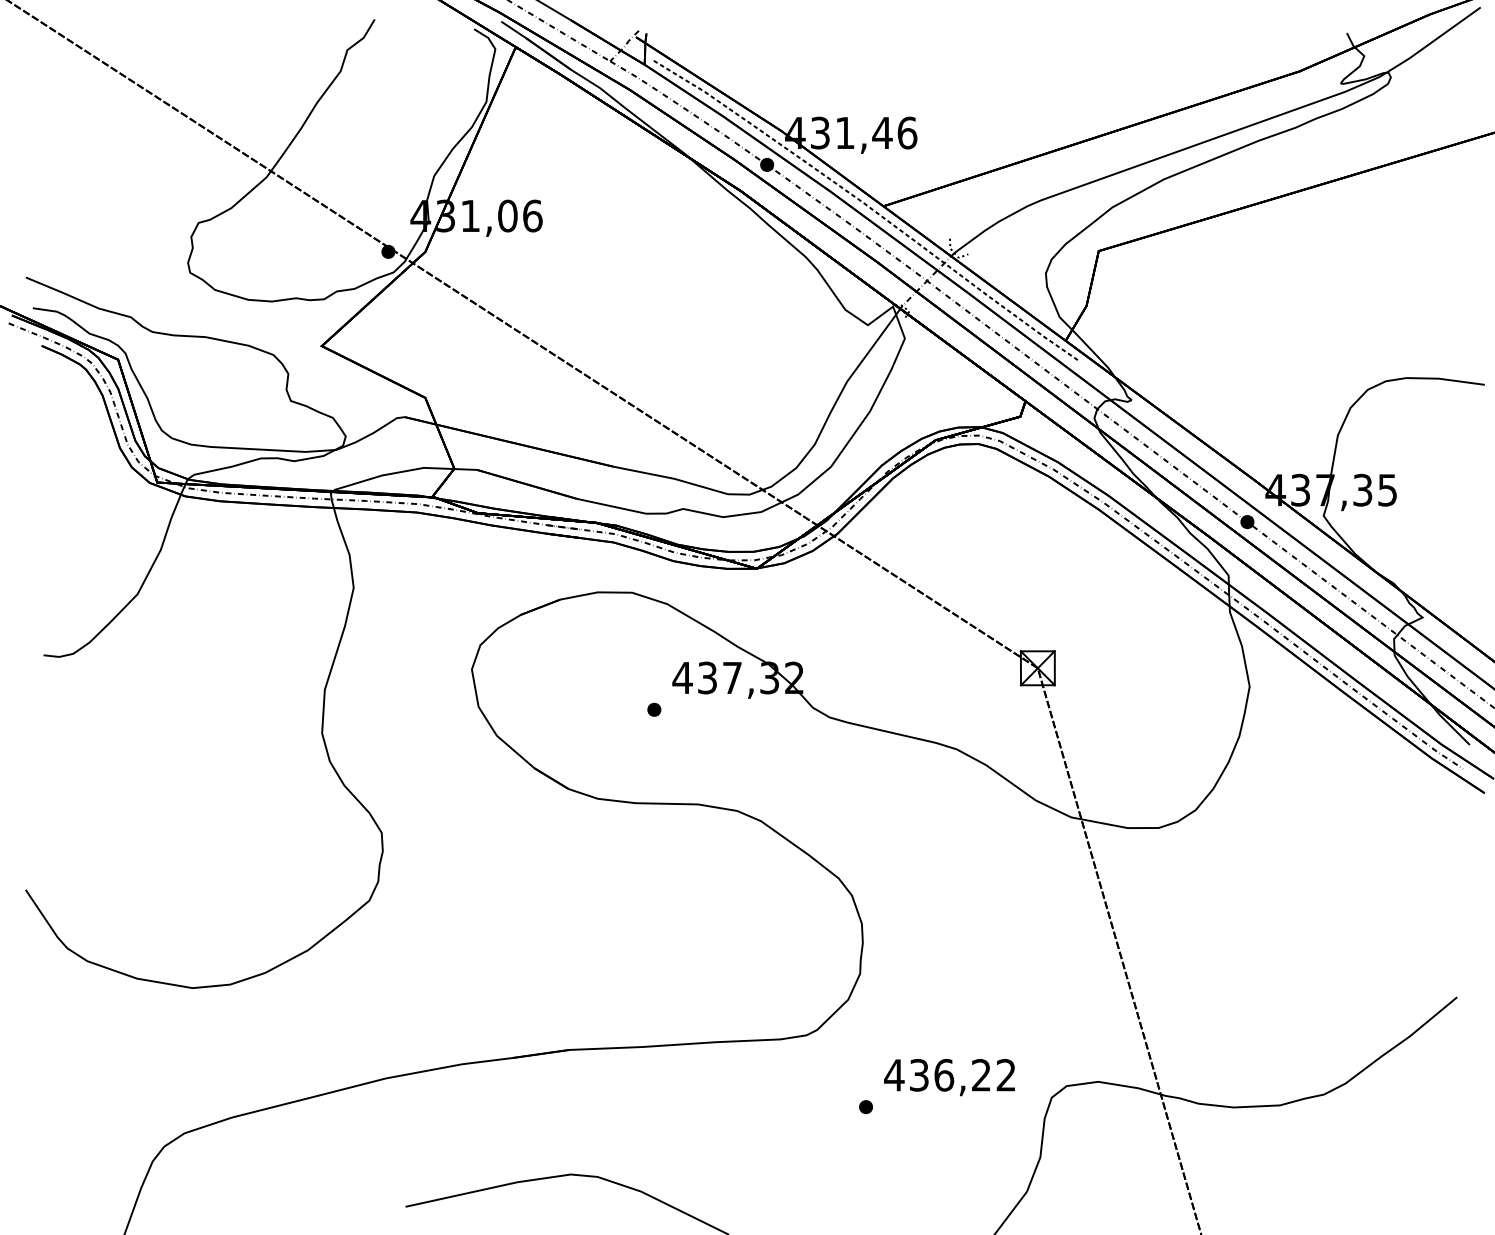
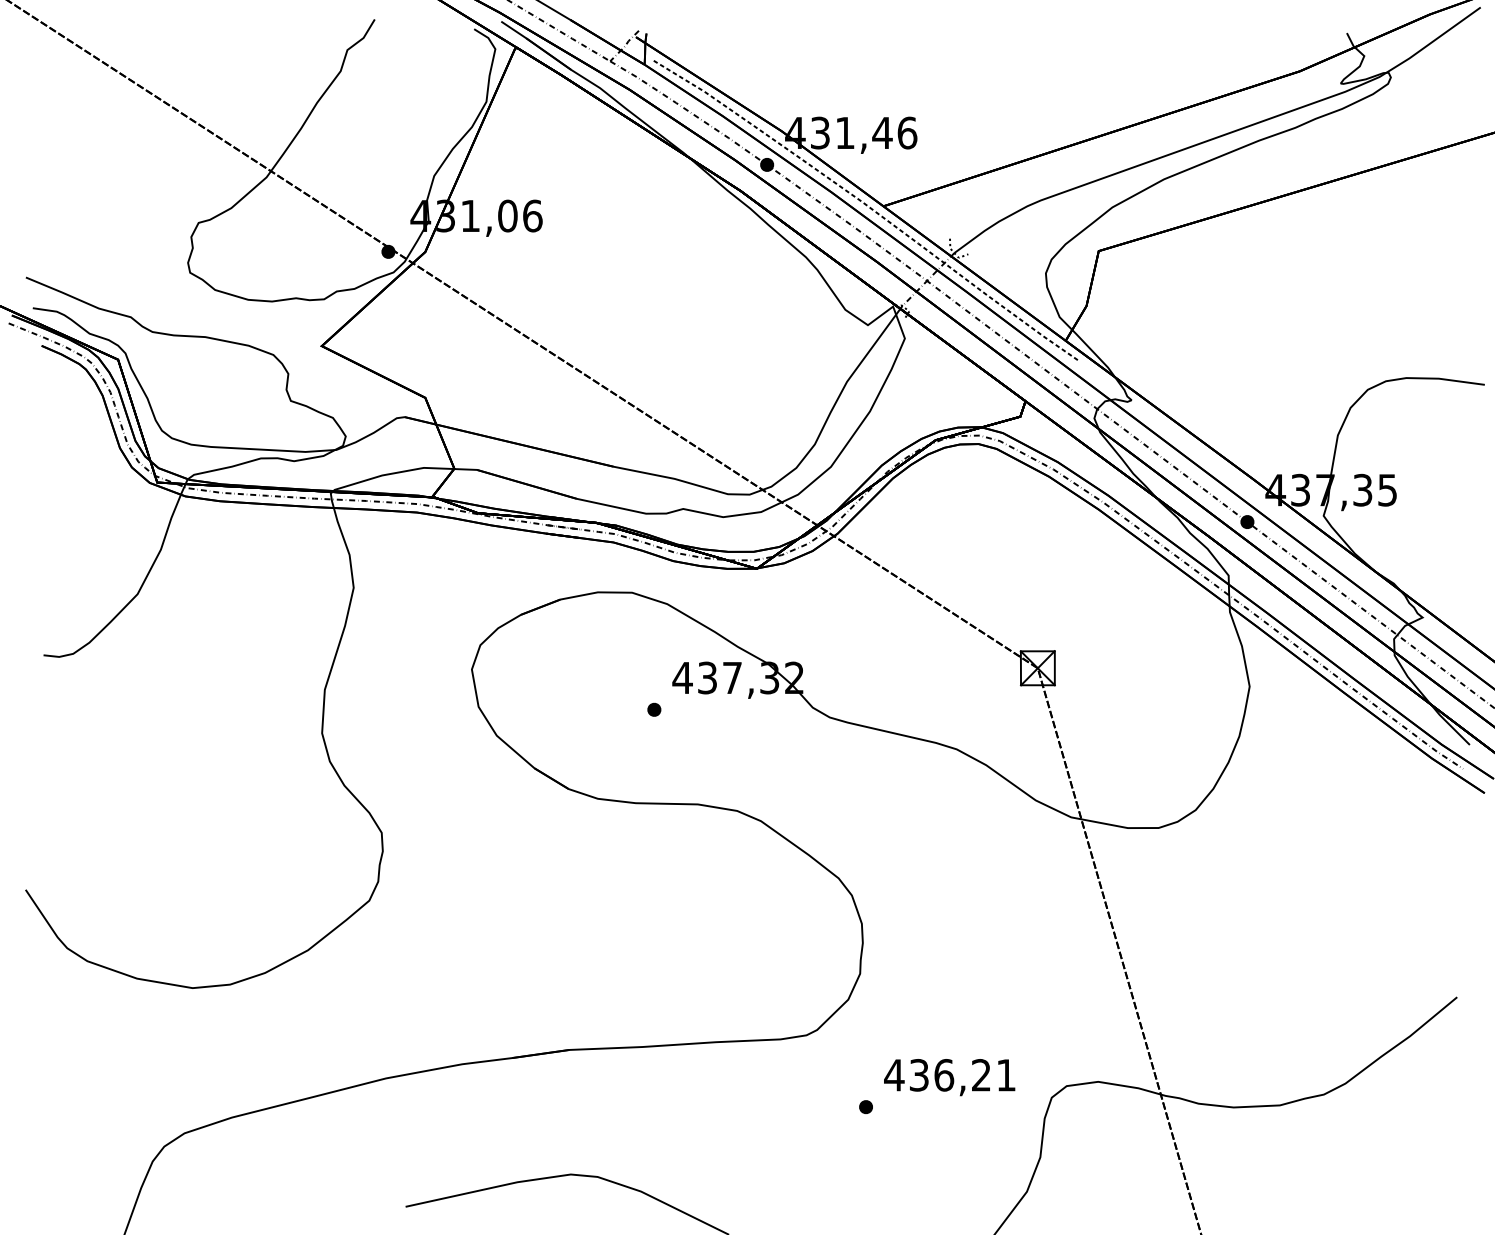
text at (1005, 1075): 436,22 -> 436,21
